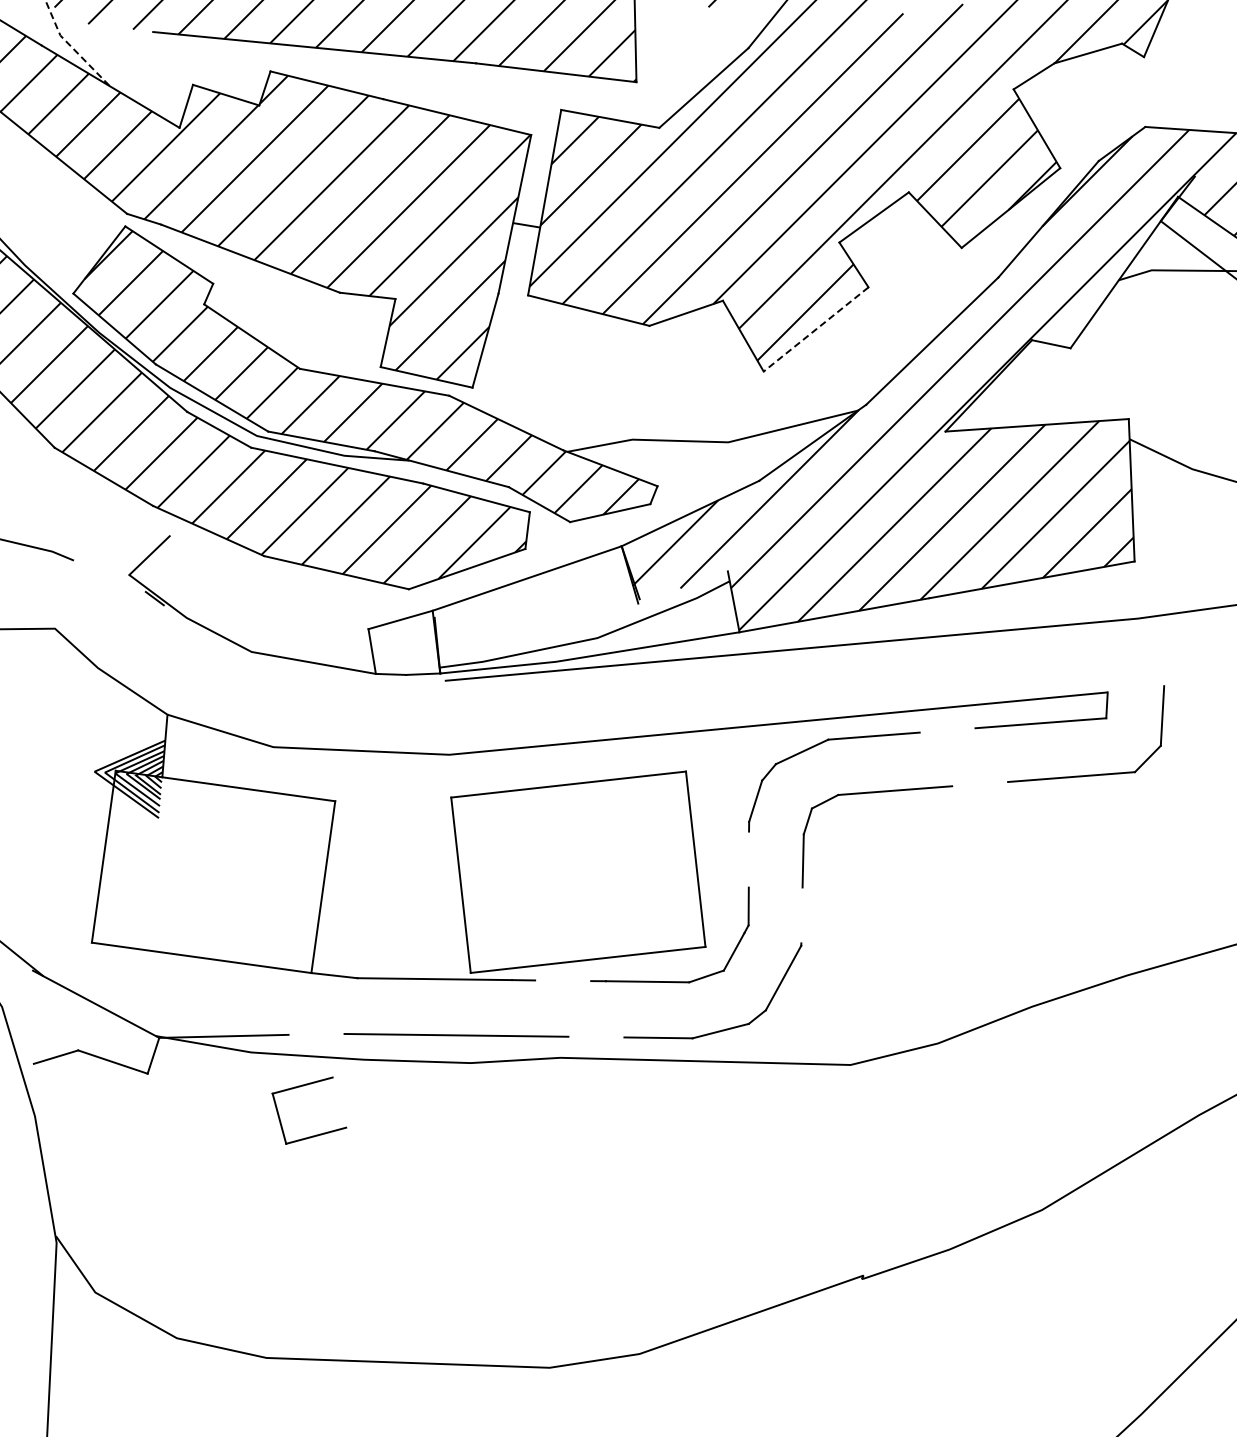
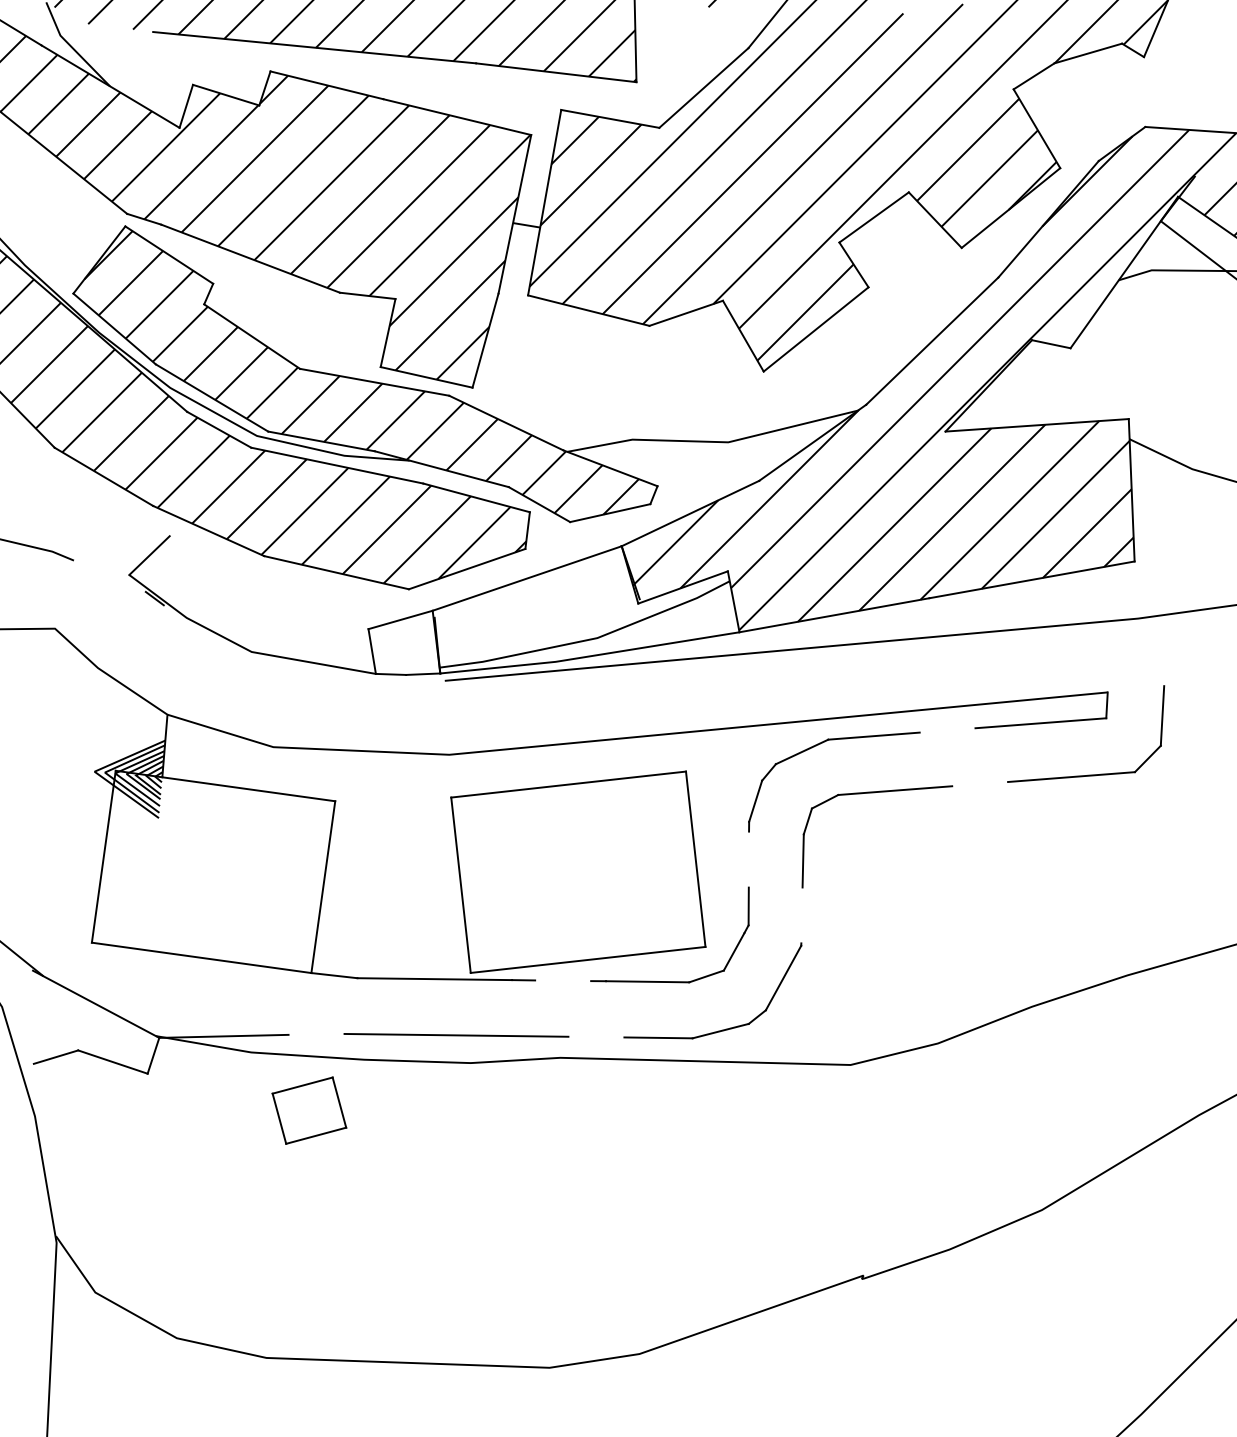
line at (72, 47): dashed -> solid
line at (815, 329): dashed -> solid
line at (682, 587): none -> present
line at (339, 1102): none -> present
